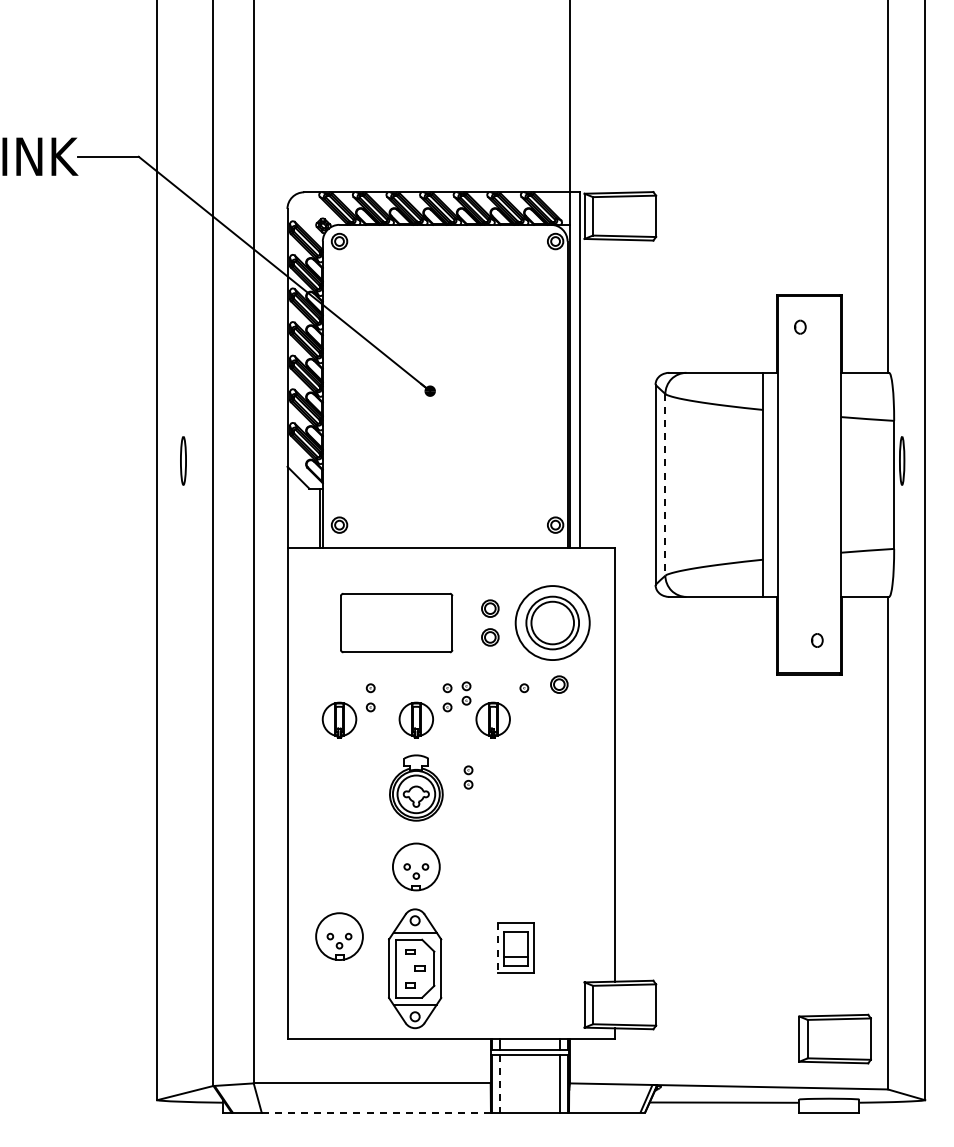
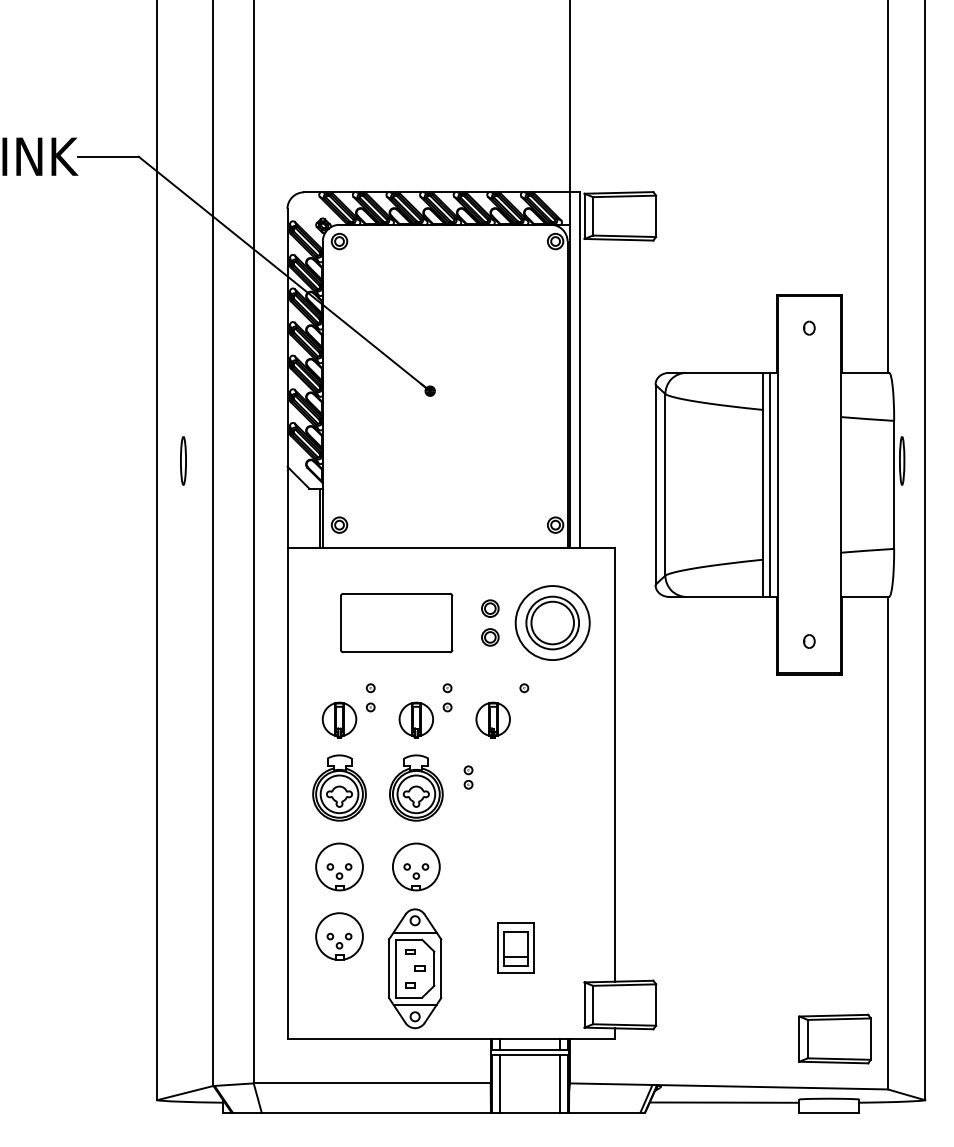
part at (800, 326) position: (800, 326) -> (809, 327)
line at (665, 484): dashed -> solid
line at (770, 484): none -> present
part at (817, 640) position: (817, 640) -> (809, 641)
part at (559, 684): present -> none
part at (466, 693): present -> none
part at (339, 787): none -> present
part at (339, 866): none -> present
line at (498, 948): dashed -> solid
line at (499, 1083): dashed -> solid
line at (376, 1112): dashed -> solid
